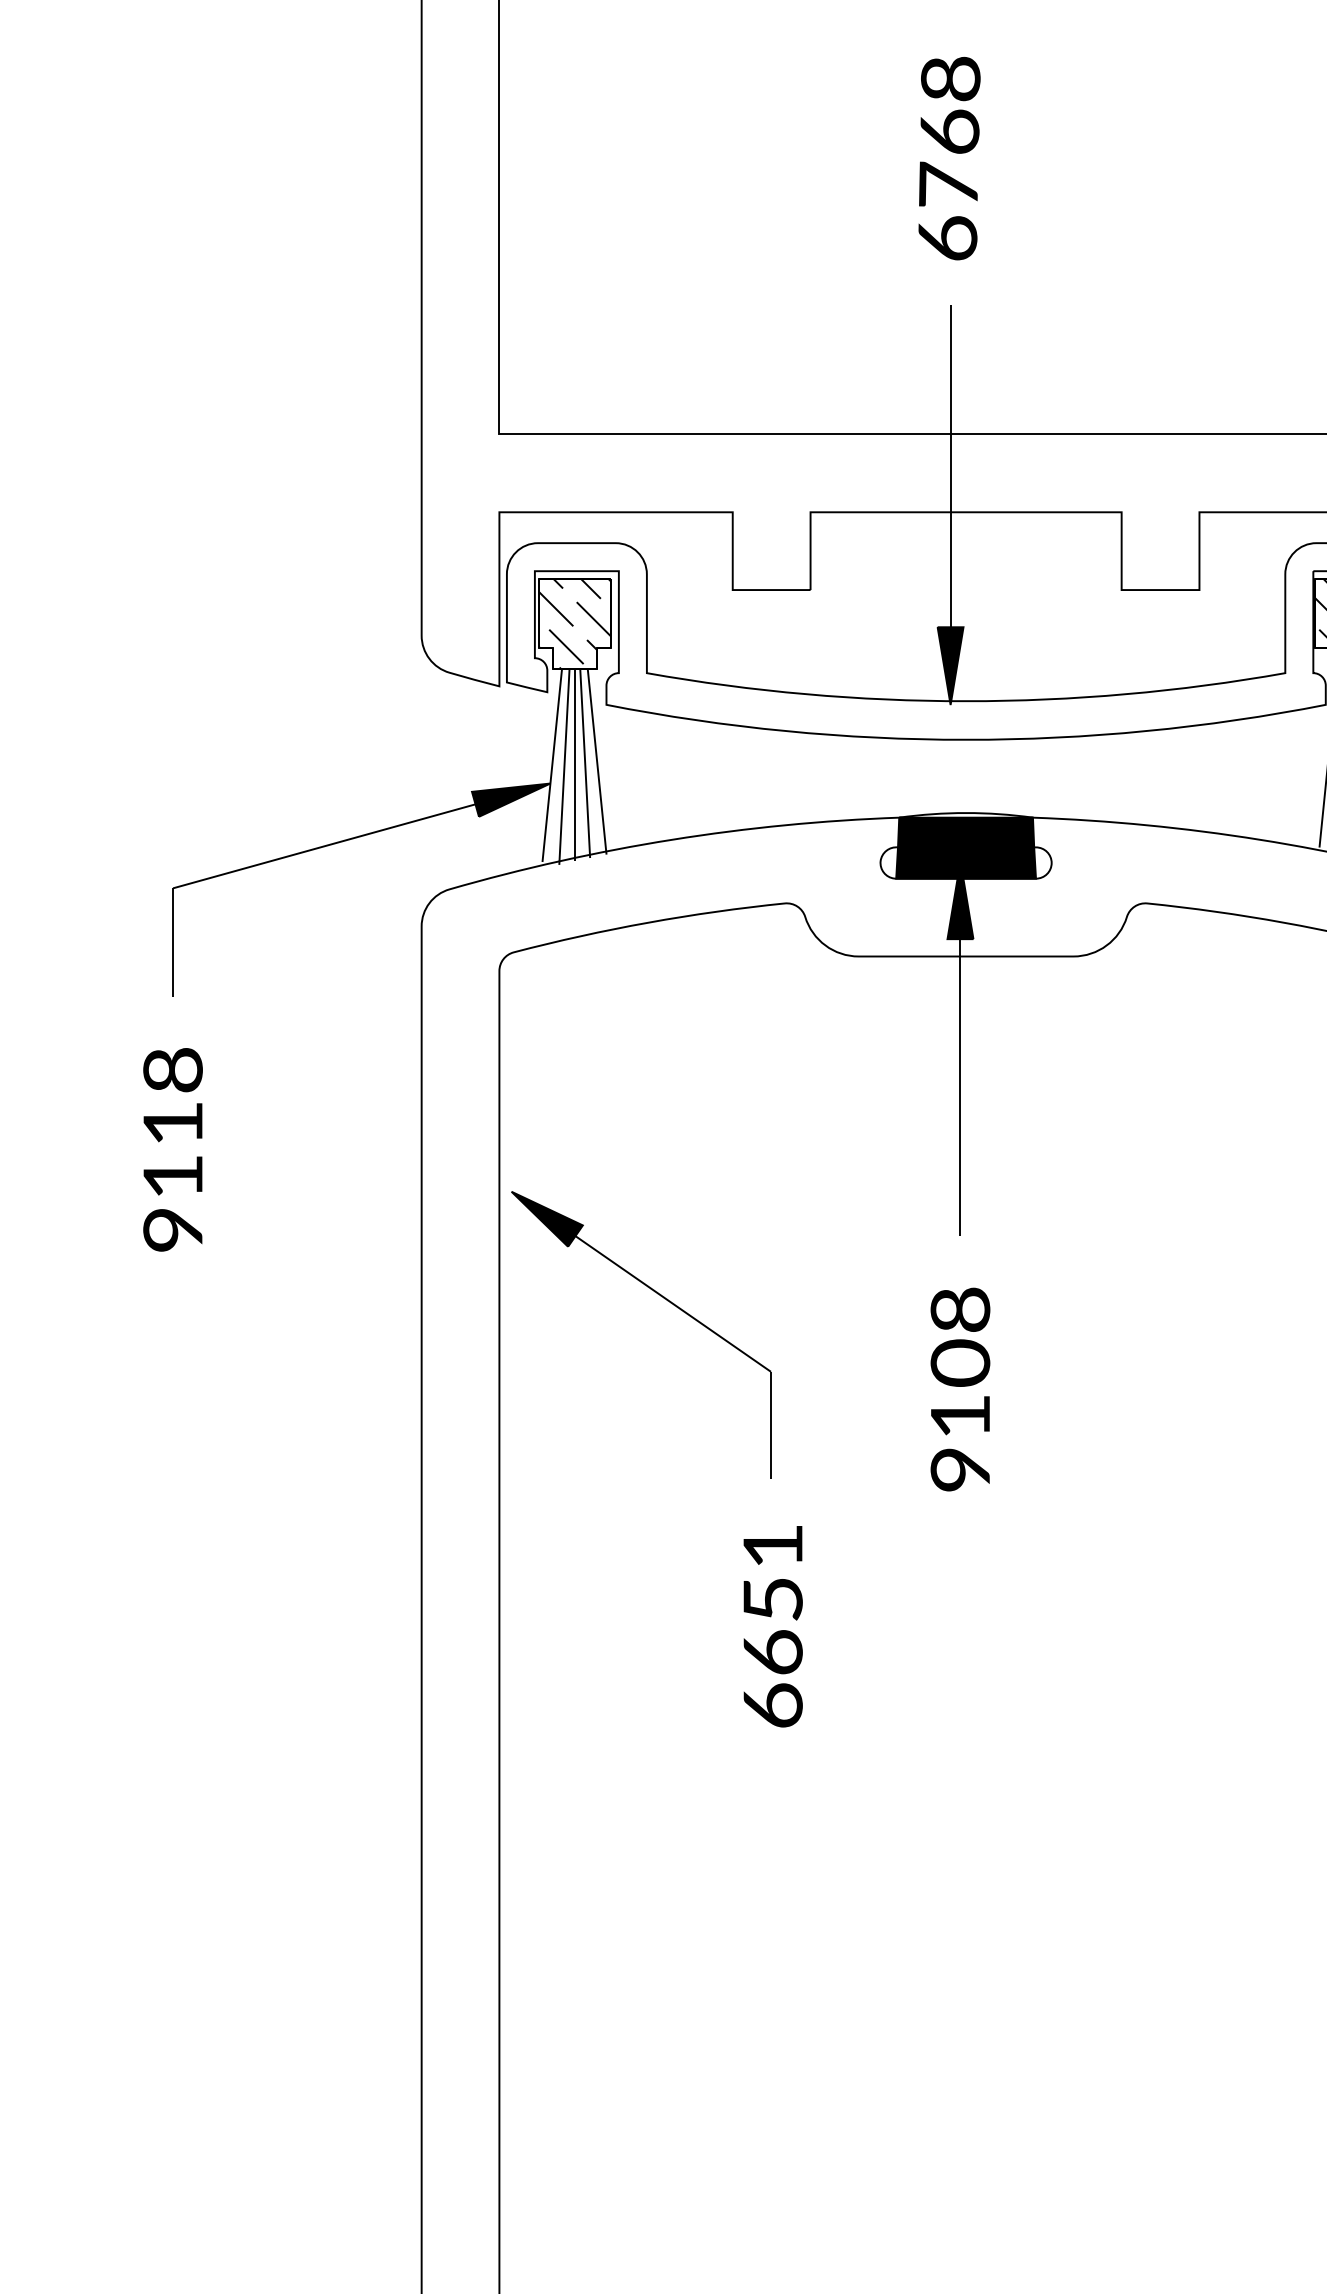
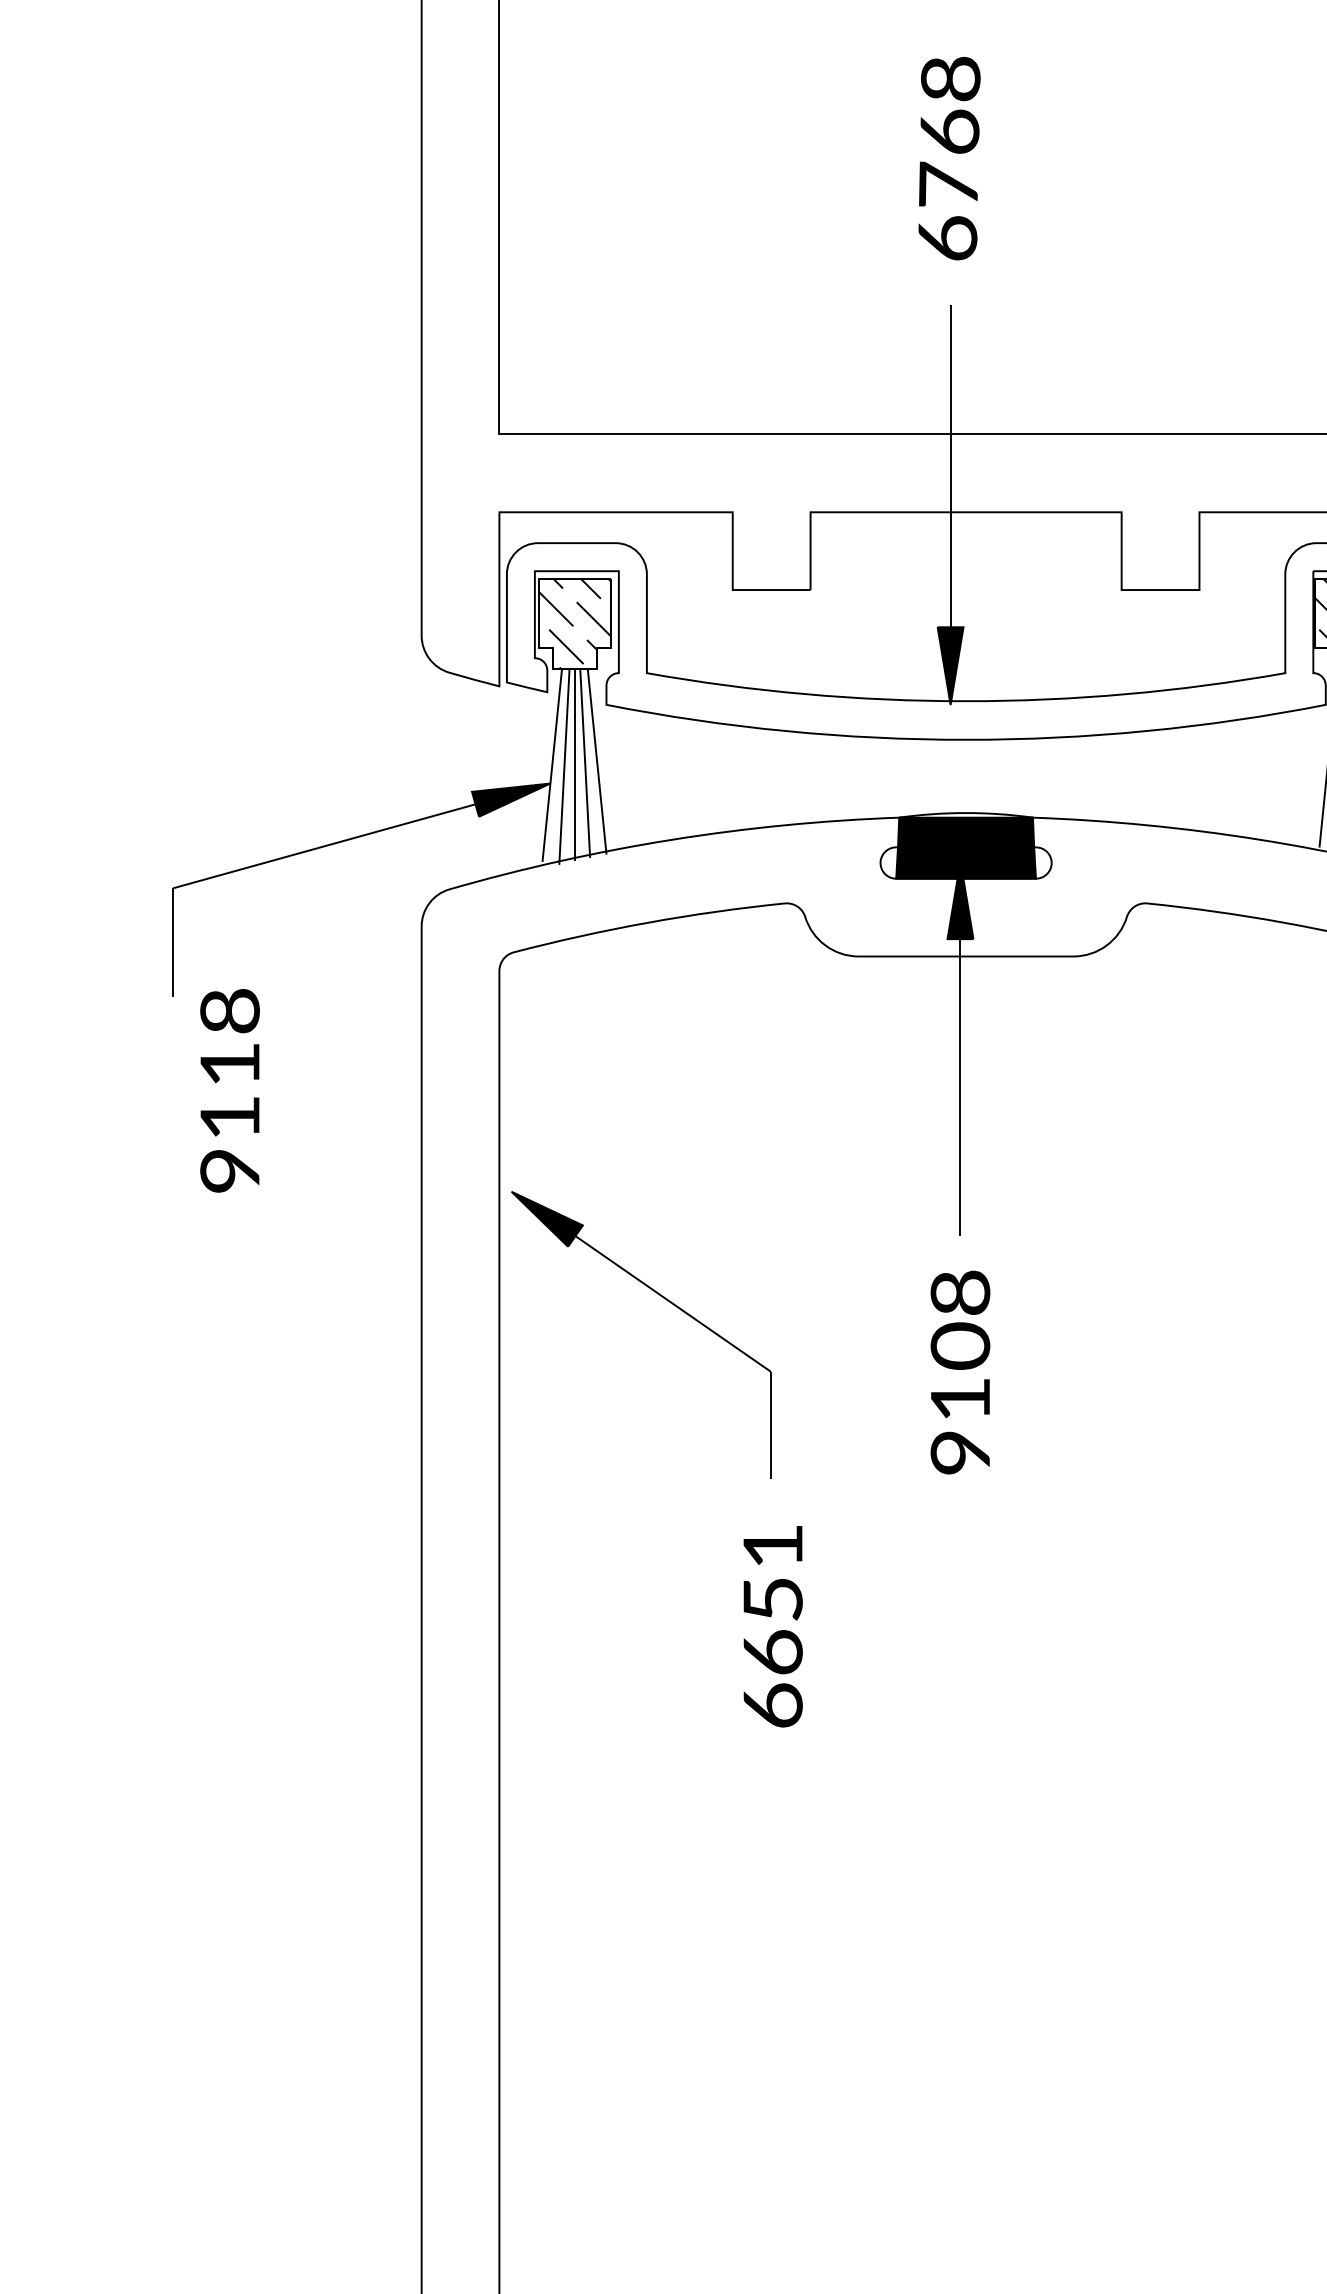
text at (172, 1149) position: (172, 1149) -> (229, 1090)
text at (960, 1389) position: (960, 1389) -> (960, 1372)
